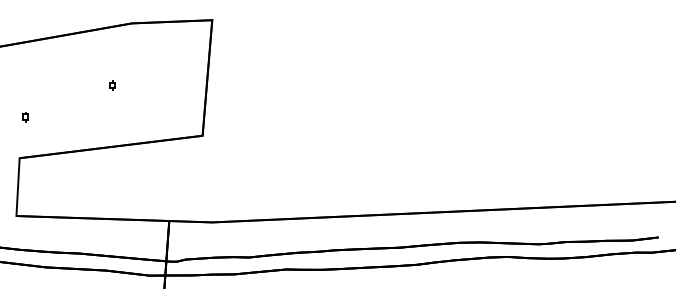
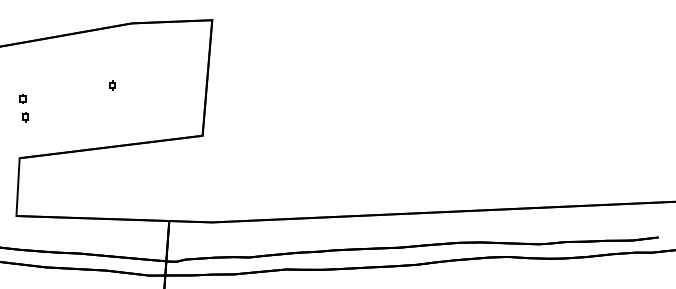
part at (22, 98): none -> present
